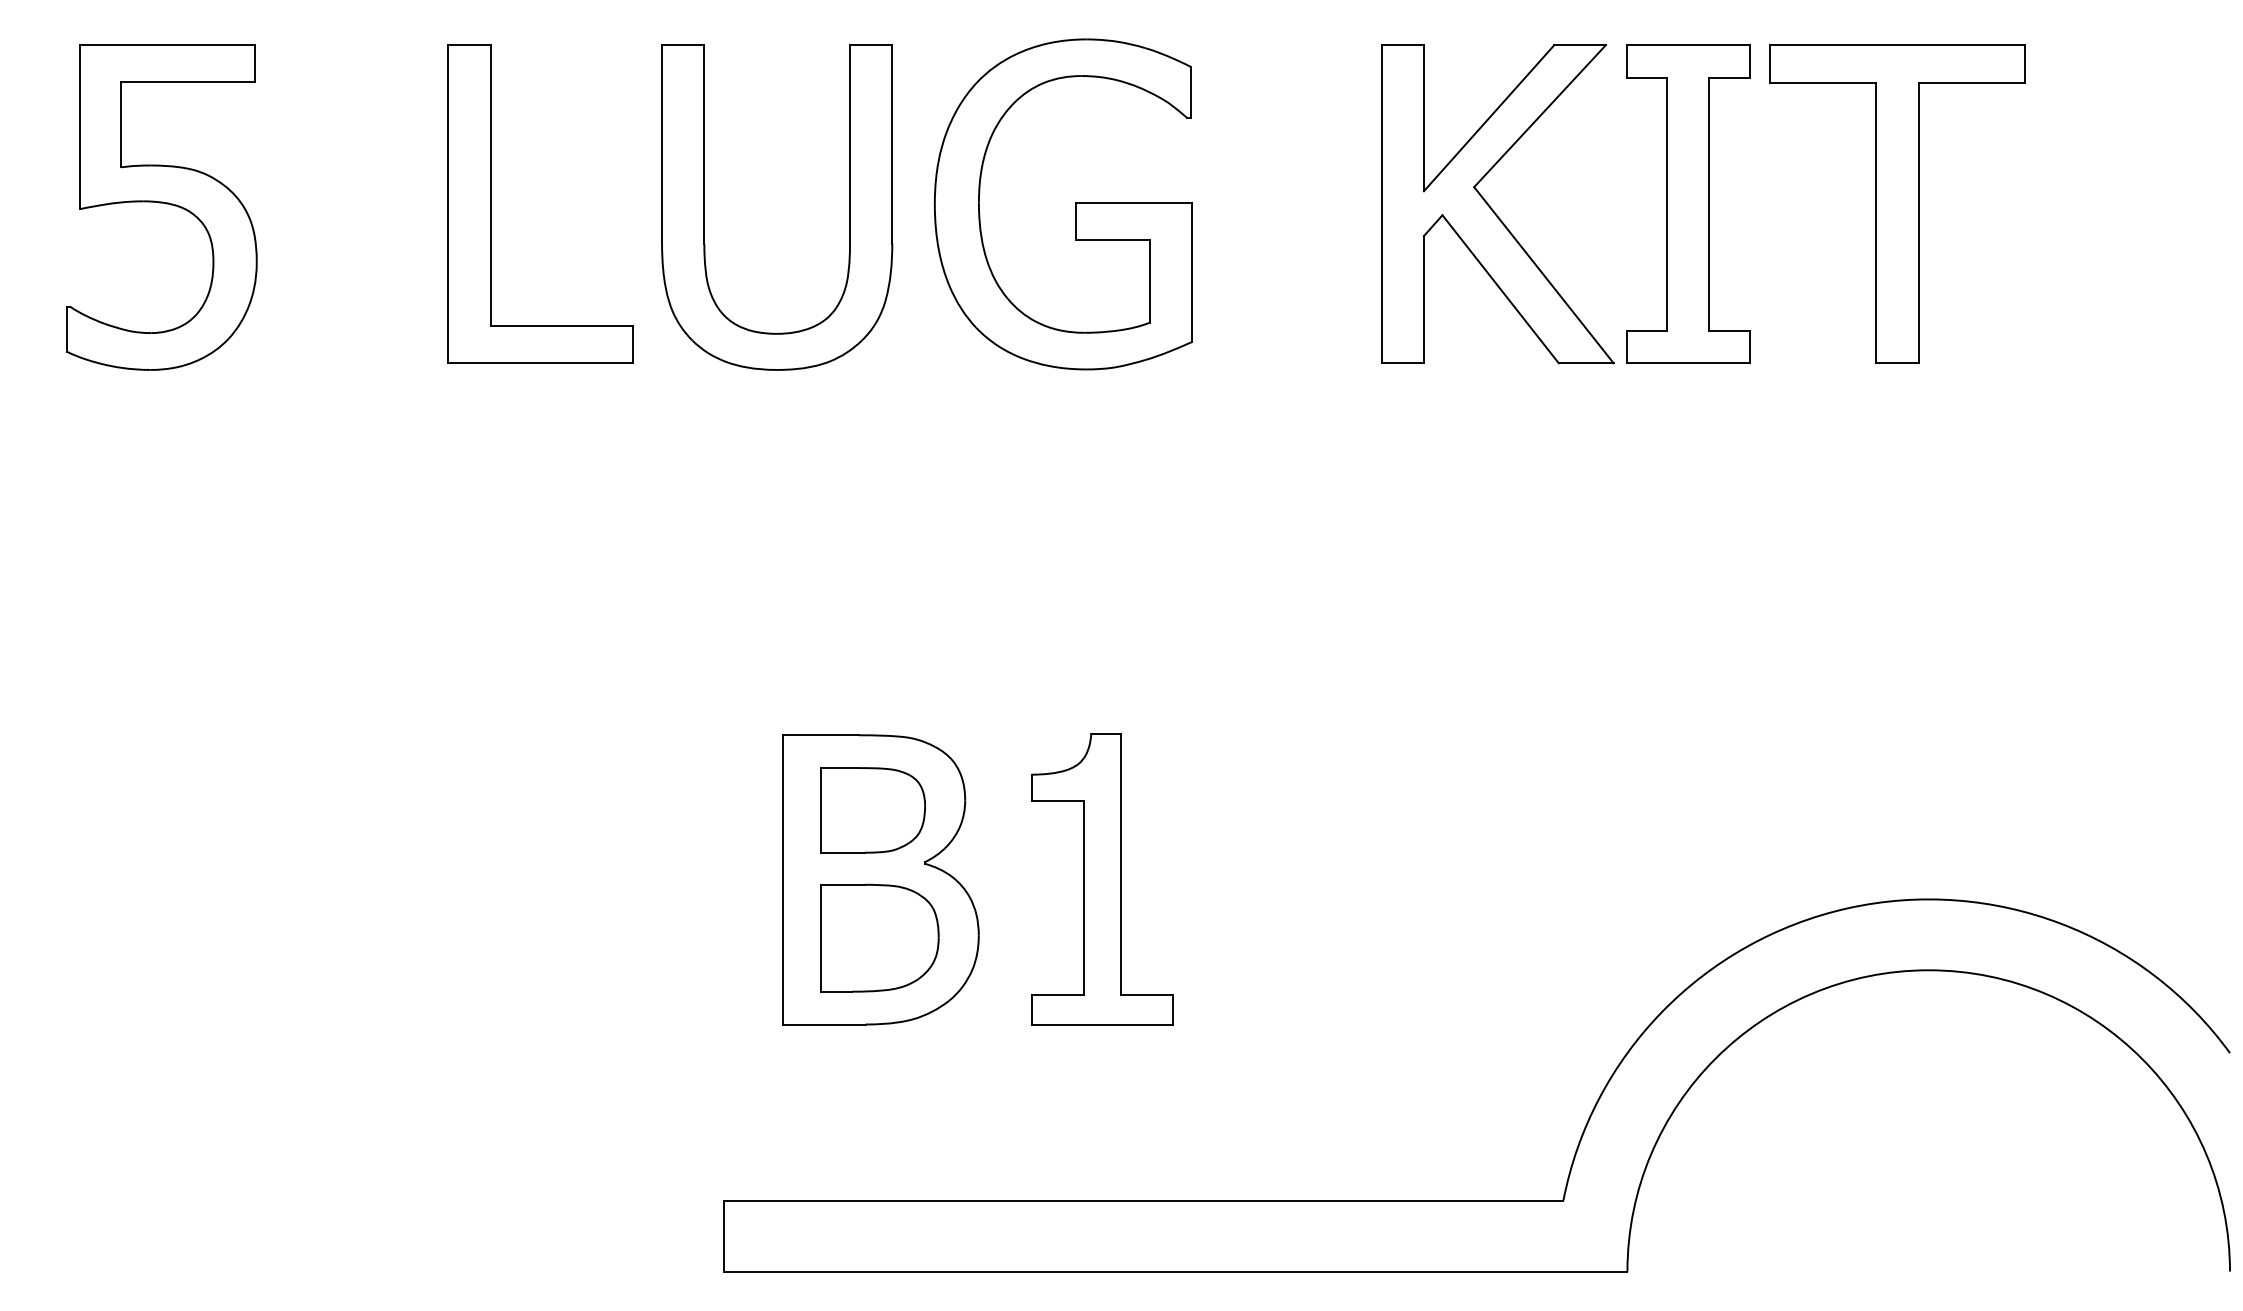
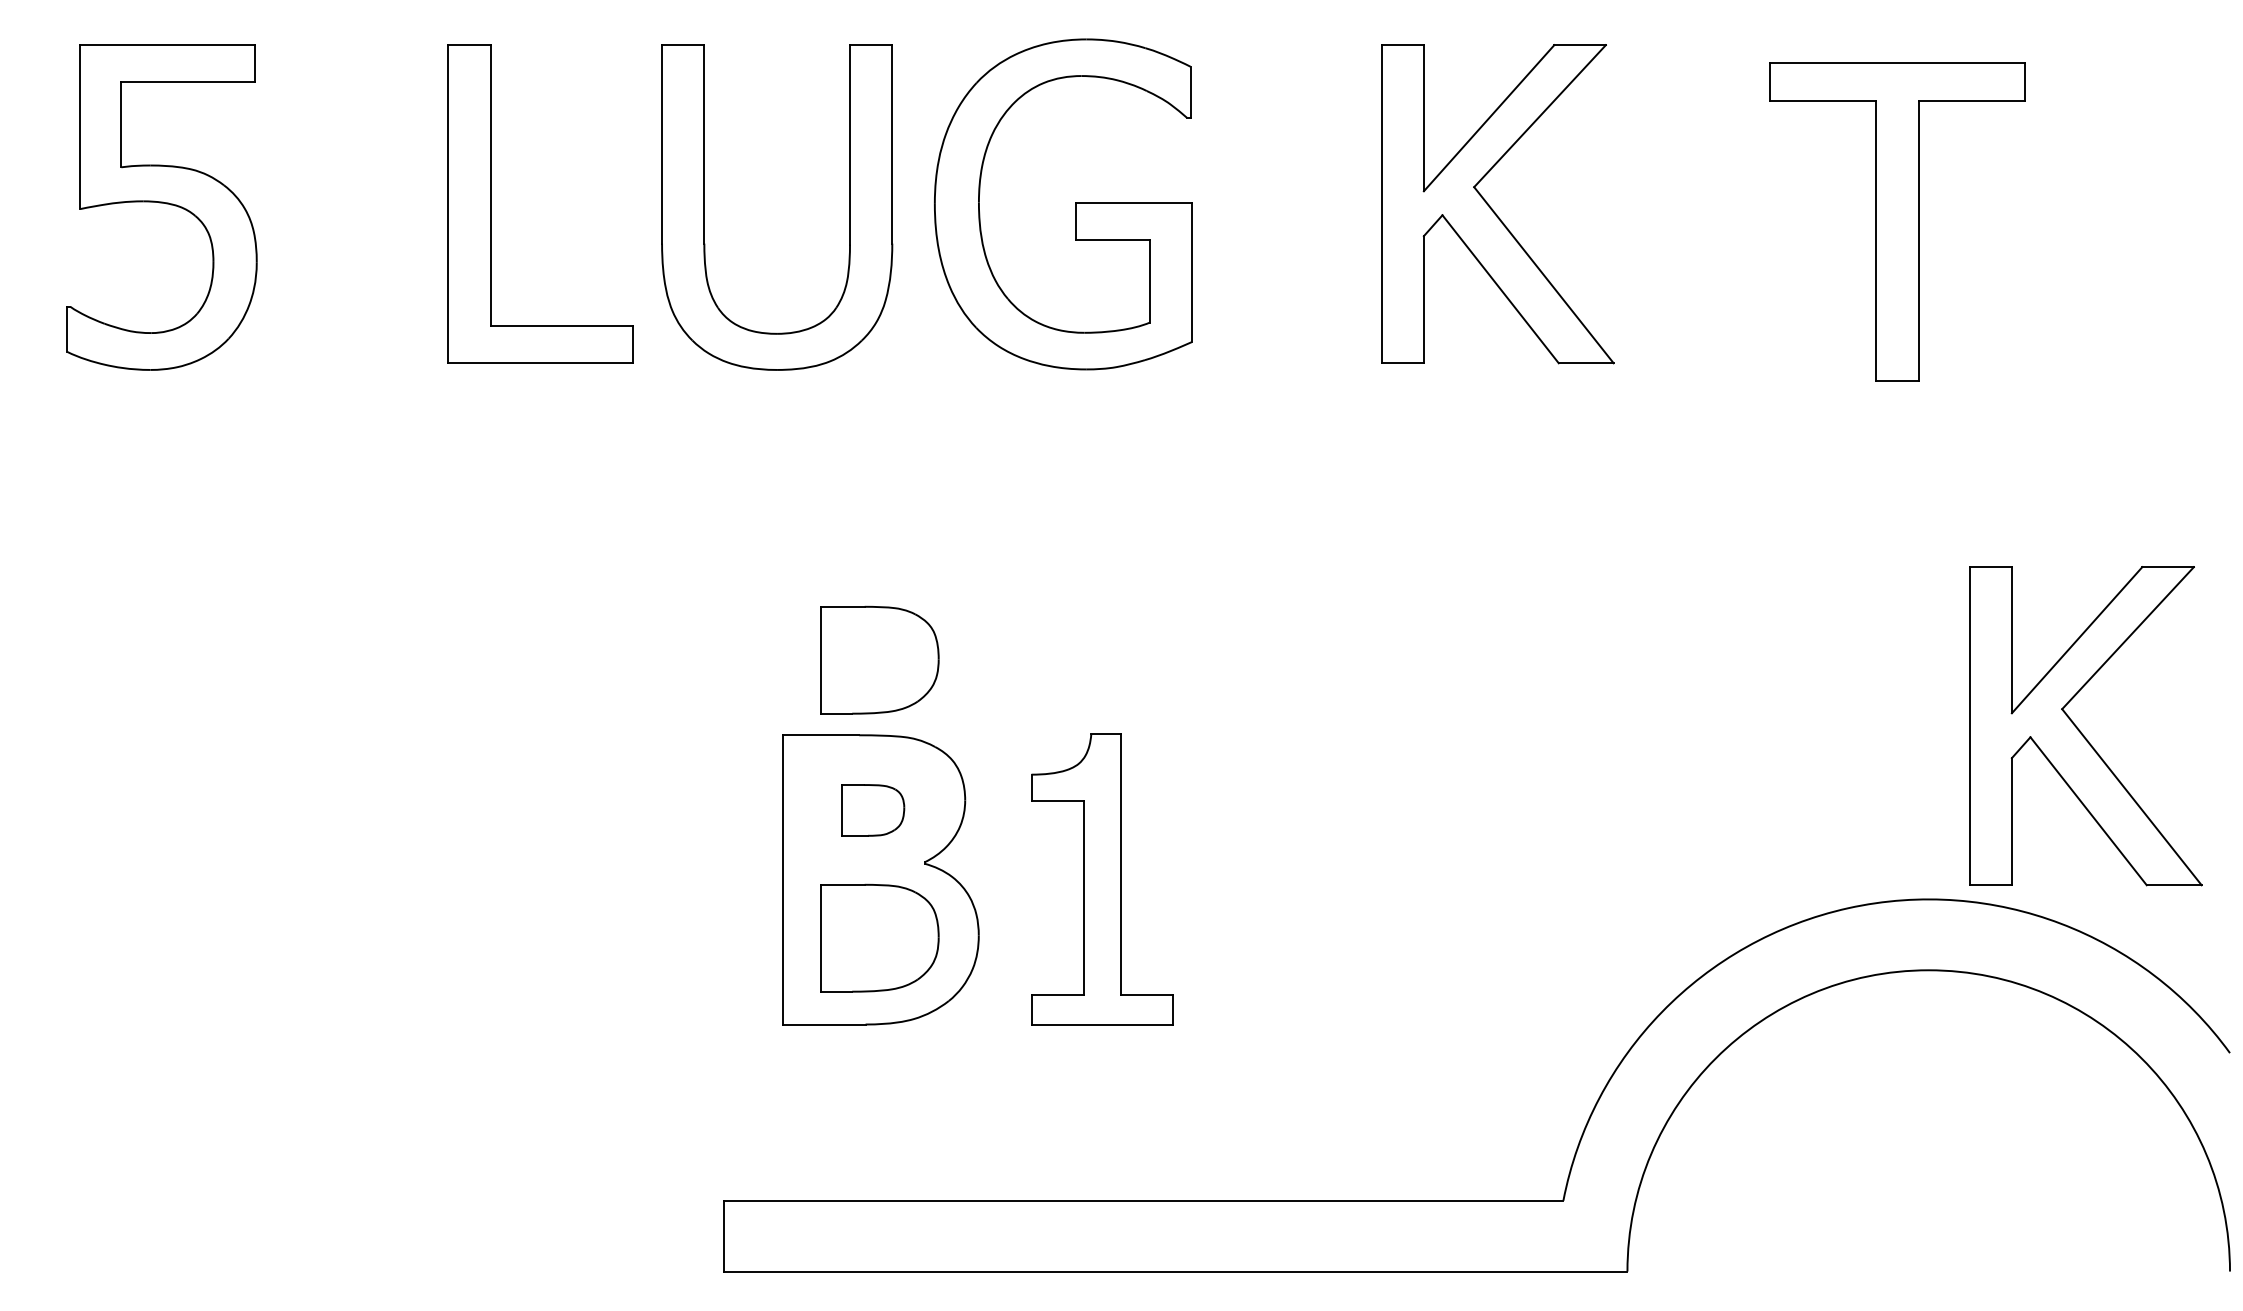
part at (1688, 203): present -> none
part at (1897, 203) position: (1897, 203) -> (1897, 221)
part at (879, 659): none -> present
part at (2080, 730): none -> present
part at (872, 810) size: 106x87 px -> 65x53 px
